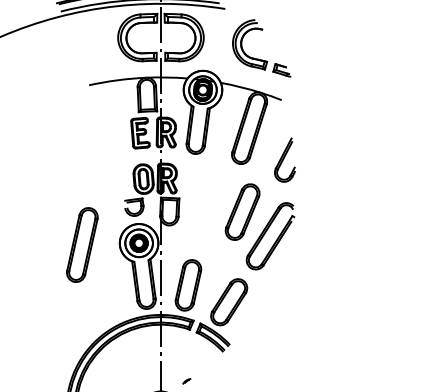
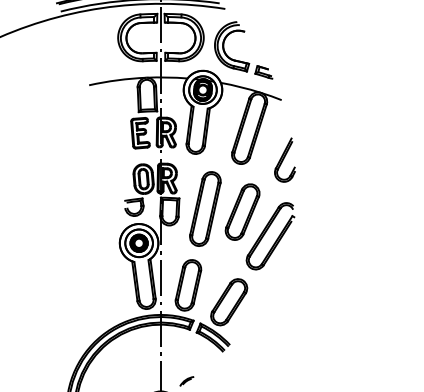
part at (258, 58) position: (258, 58) -> (240, 60)
part at (82, 244) position: (82, 244) -> (205, 208)
part at (186, 381) size: 10x7 px -> 16x11 px
